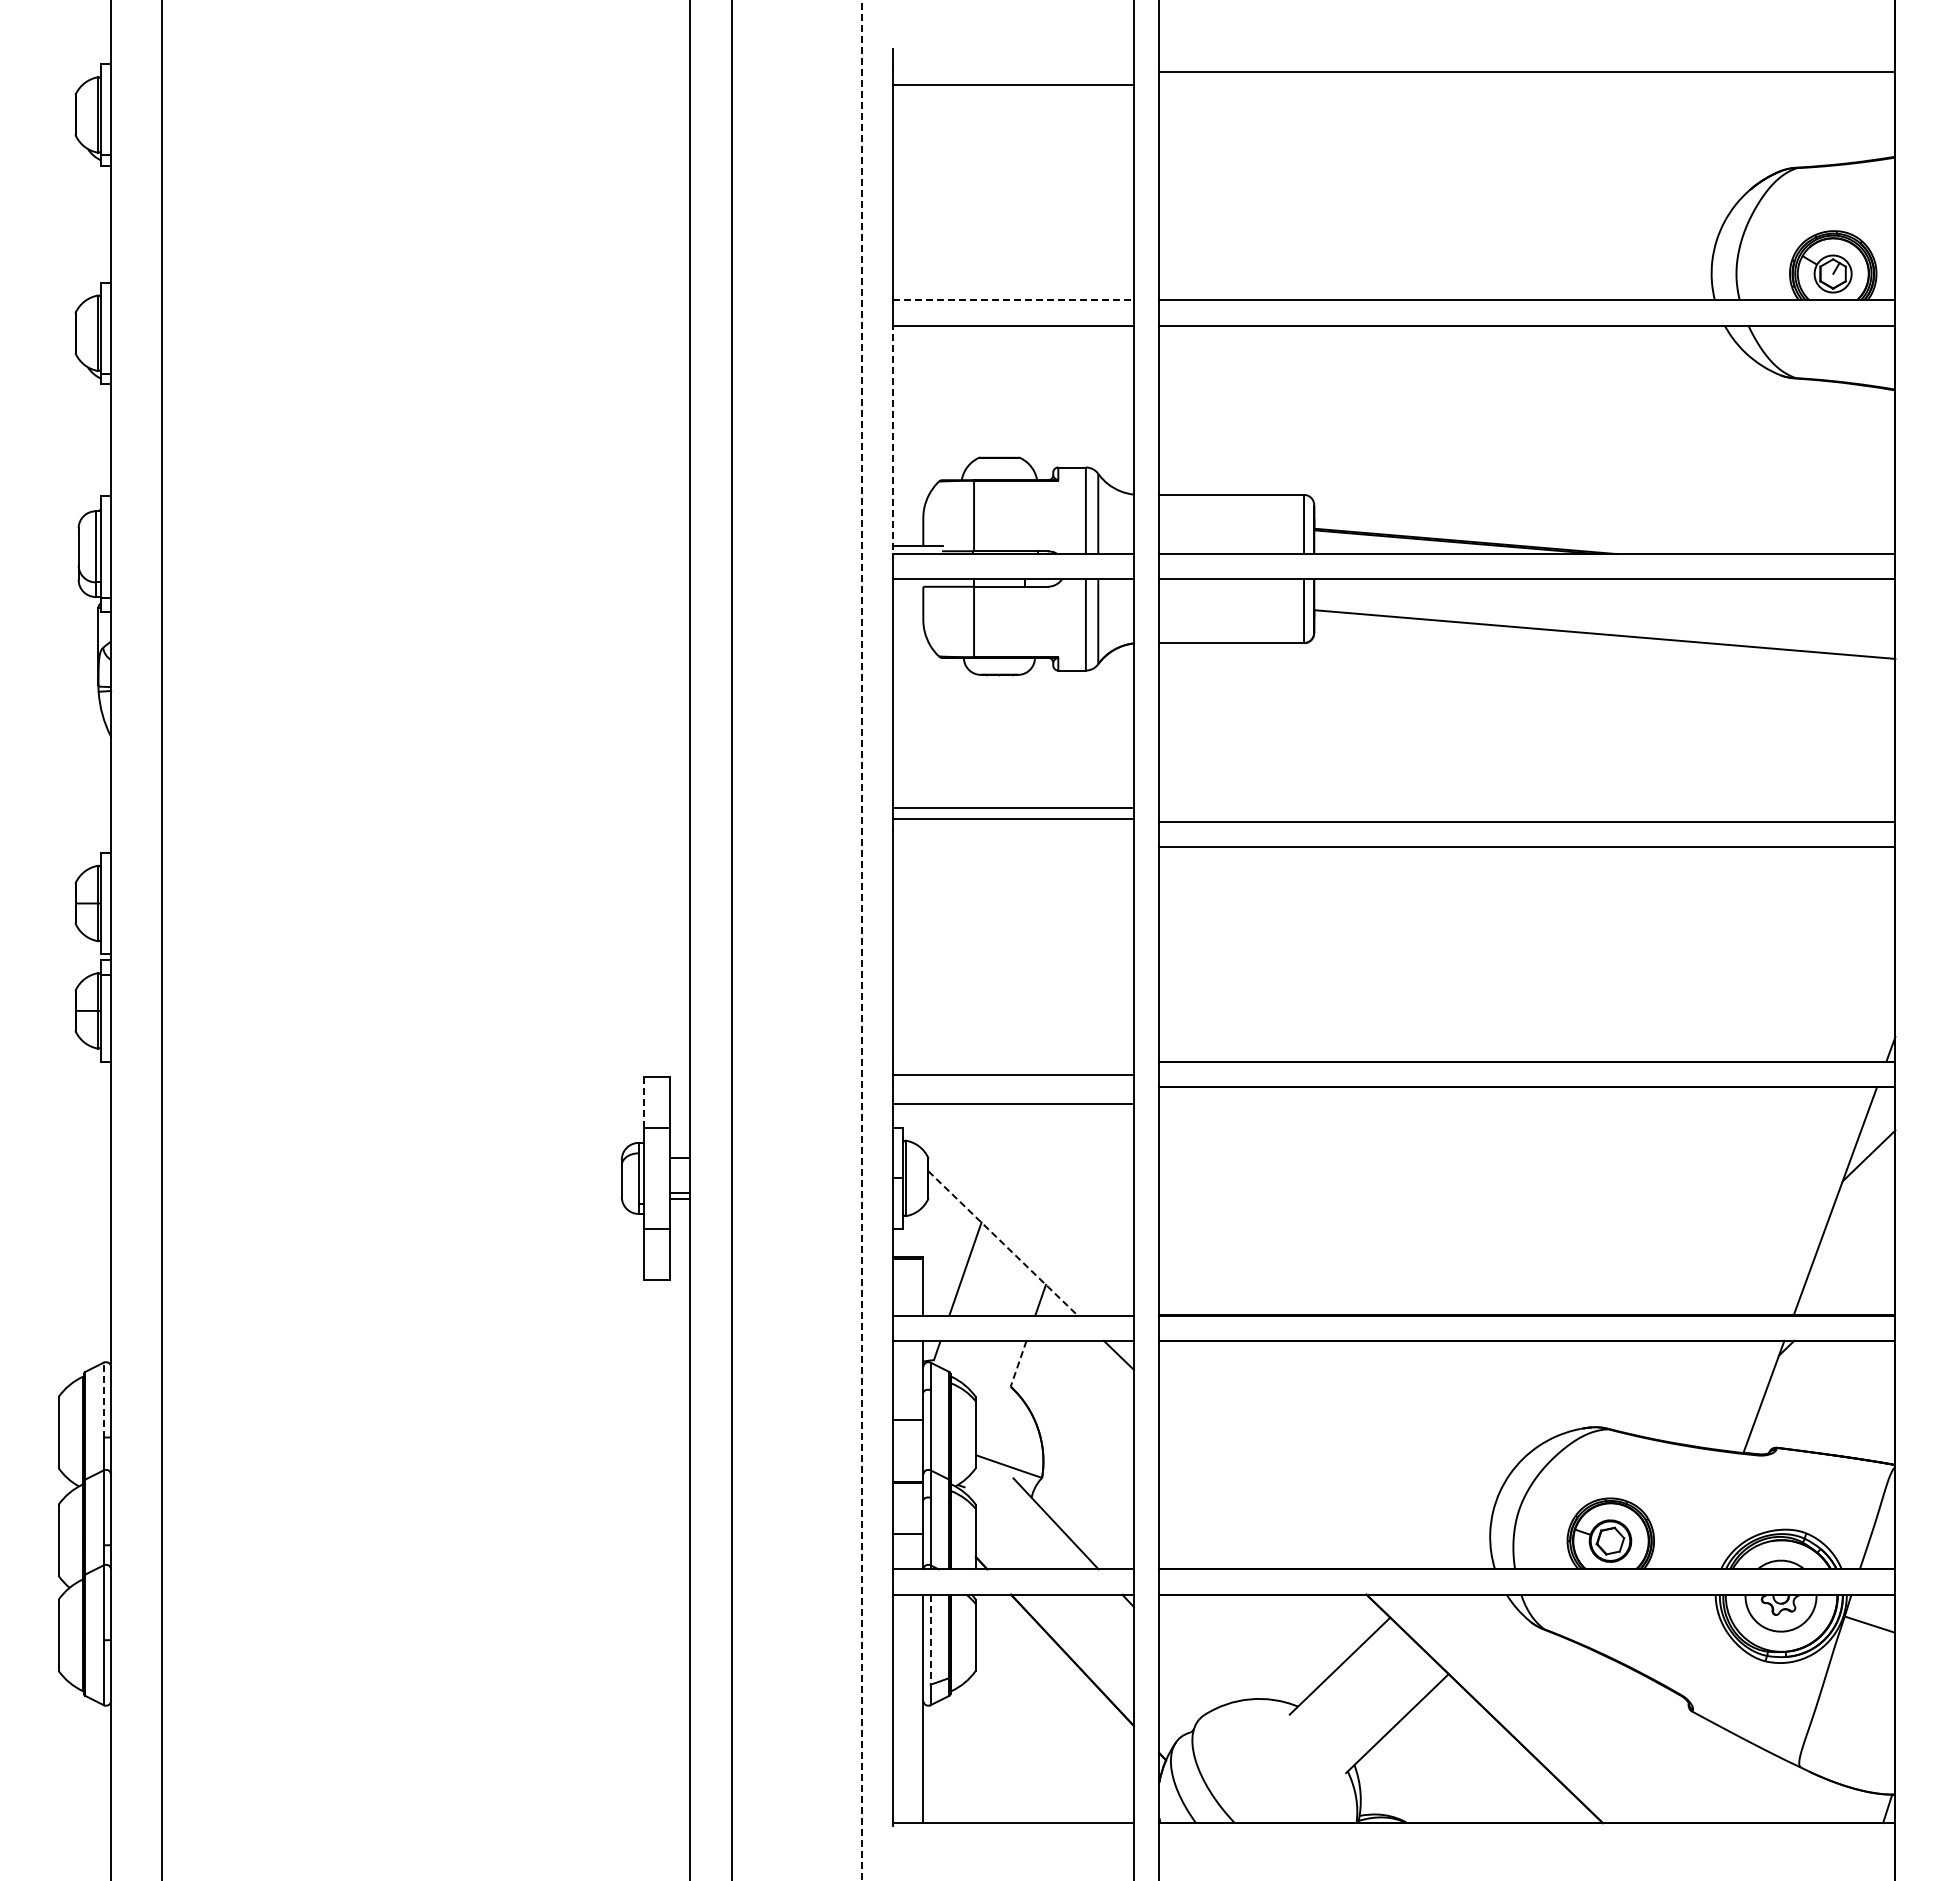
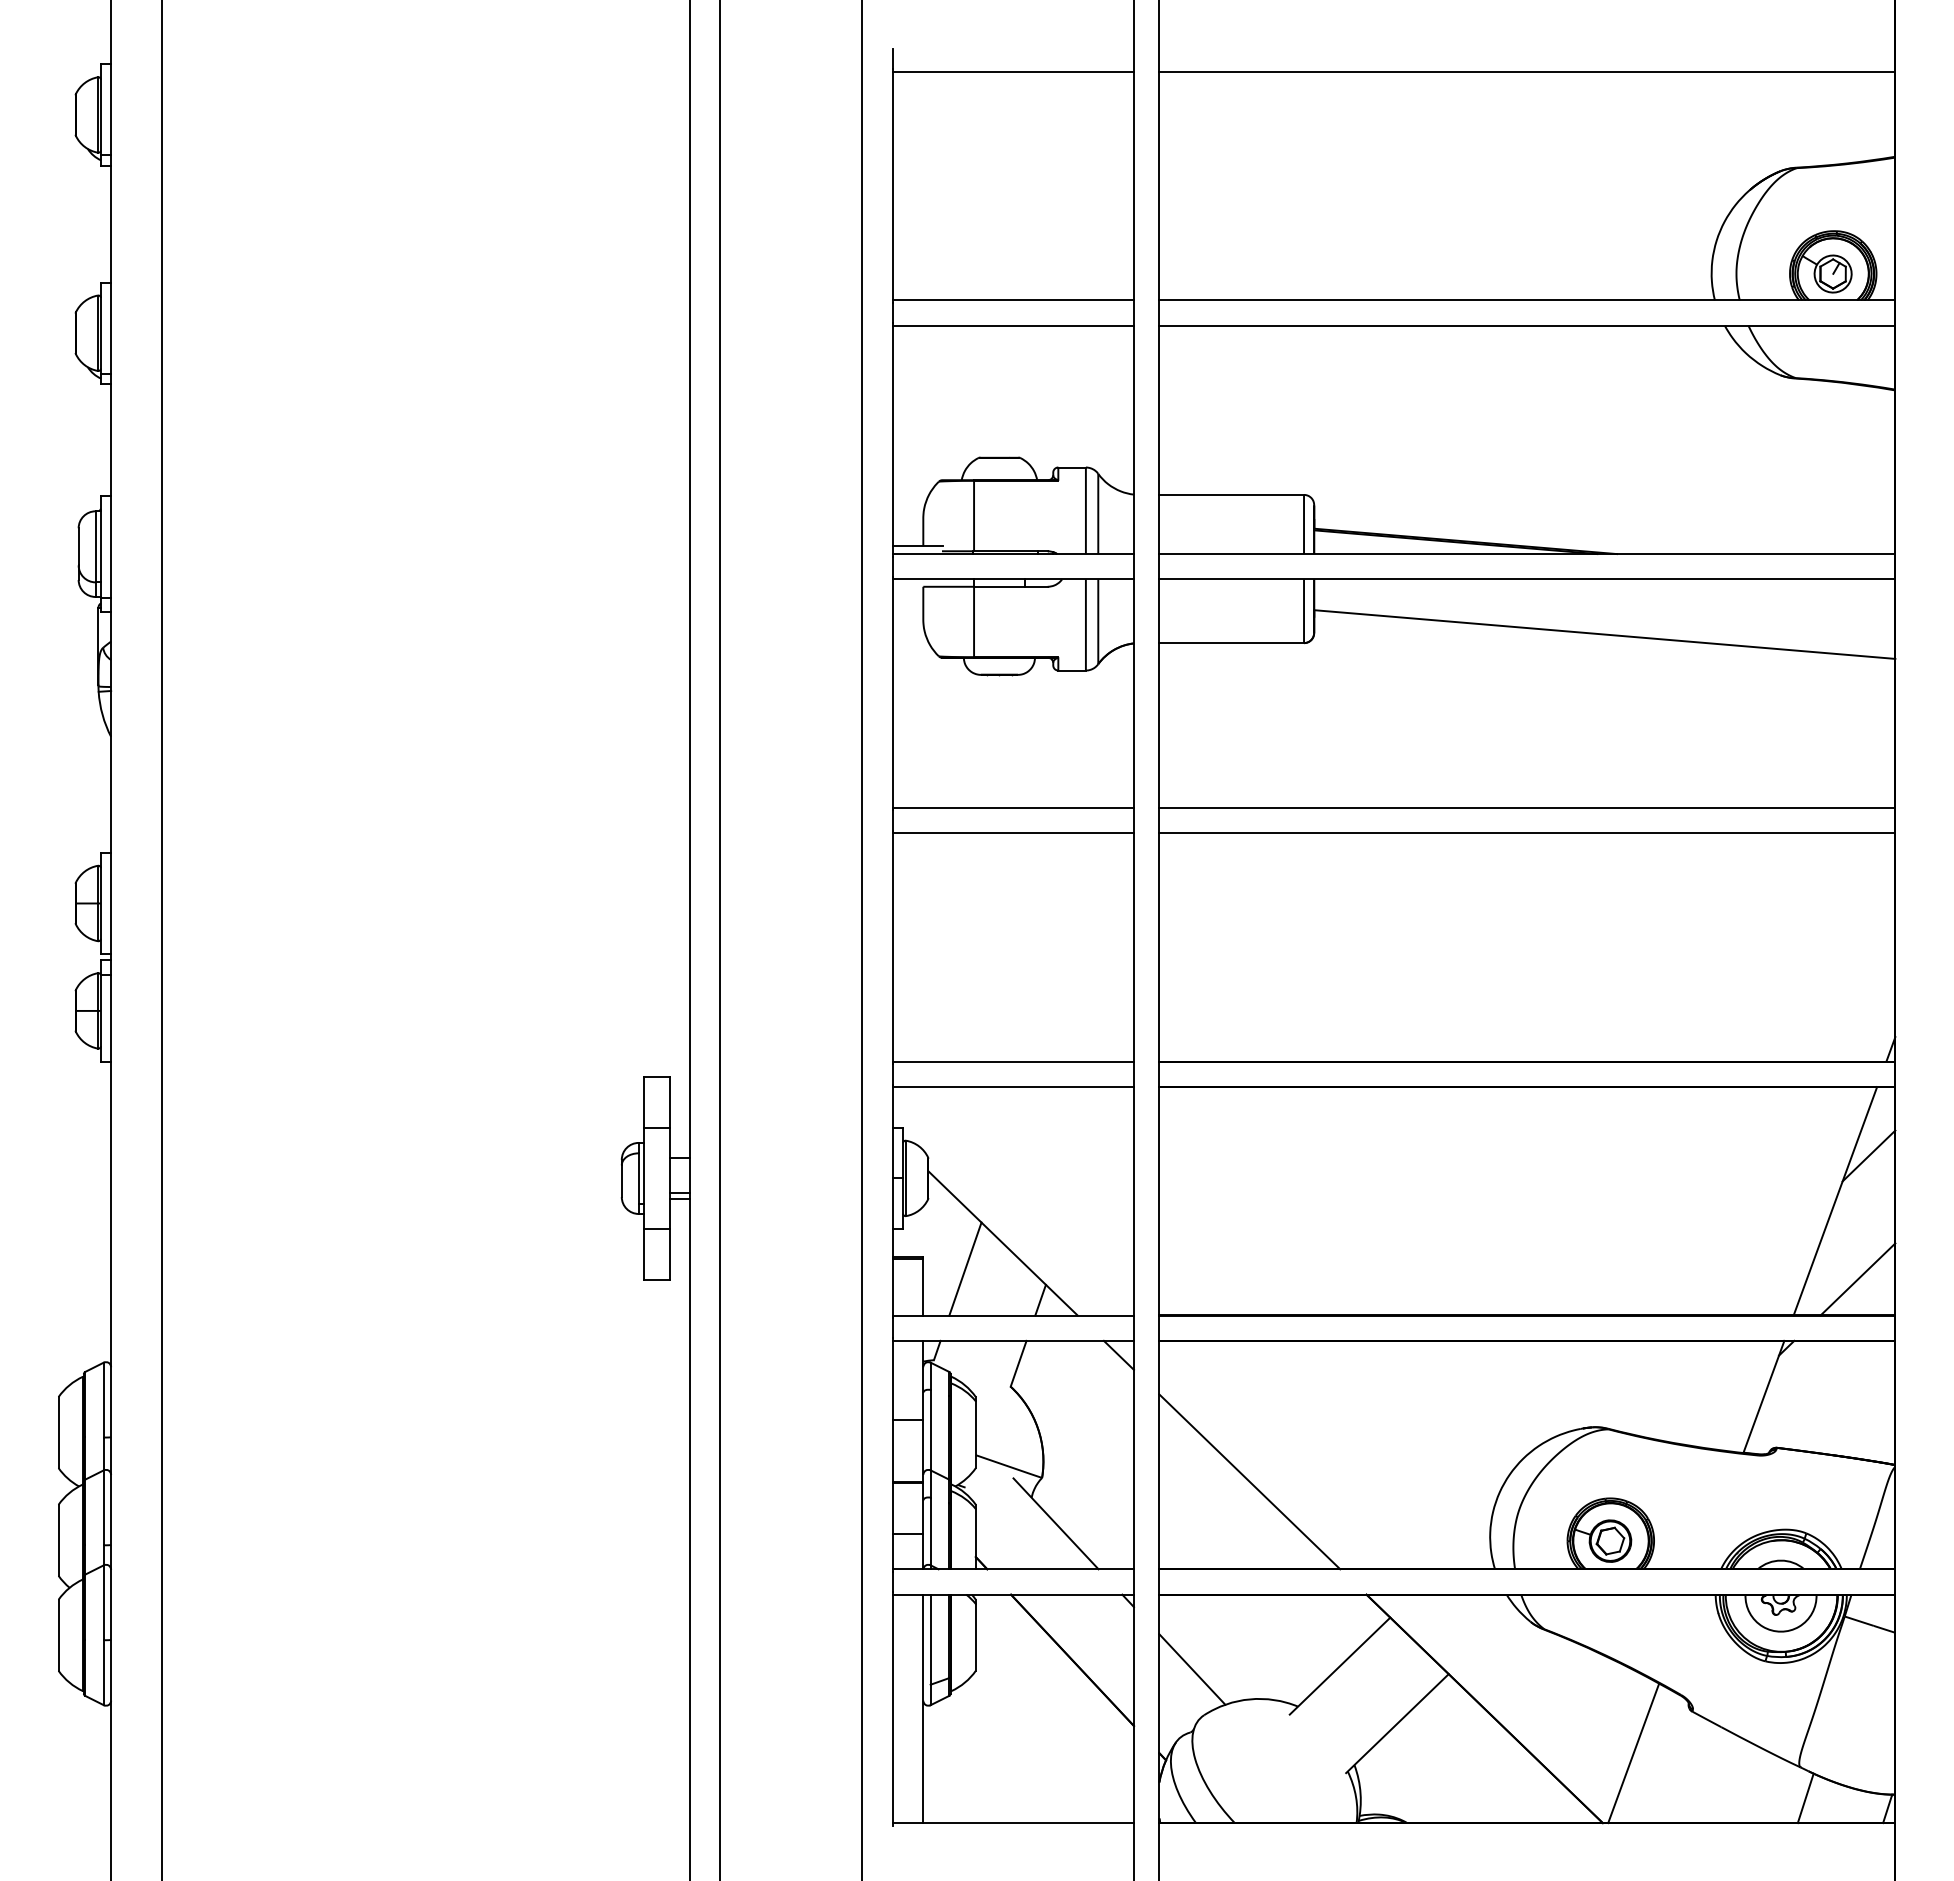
line at (1012, 84) position: (1012, 84) -> (1012, 71)
line at (1013, 300): dashed -> solid
line at (892, 439): dashed -> solid
line at (1012, 819) position: (1012, 819) -> (1012, 833)
line at (1527, 821) position: (1527, 821) -> (1527, 807)
line at (1527, 847) position: (1527, 847) -> (1527, 833)
line at (732, 939) position: (732, 939) -> (720, 939)
line at (862, 940): dashed -> solid
line at (1012, 1074) position: (1012, 1074) -> (1012, 1061)
line at (644, 1101): dashed -> solid
line at (1012, 1104) position: (1012, 1104) -> (1012, 1087)
line at (1003, 1243): dashed -> solid
line at (1857, 1279): none -> present
line at (1018, 1364): dashed -> solid
line at (103, 1399): dashed -> solid
line at (1249, 1481): none -> present
line at (930, 1640): dashed -> solid
line at (1192, 1669): none -> present
line at (1633, 1753): none -> present
line at (1805, 1798): none -> present
